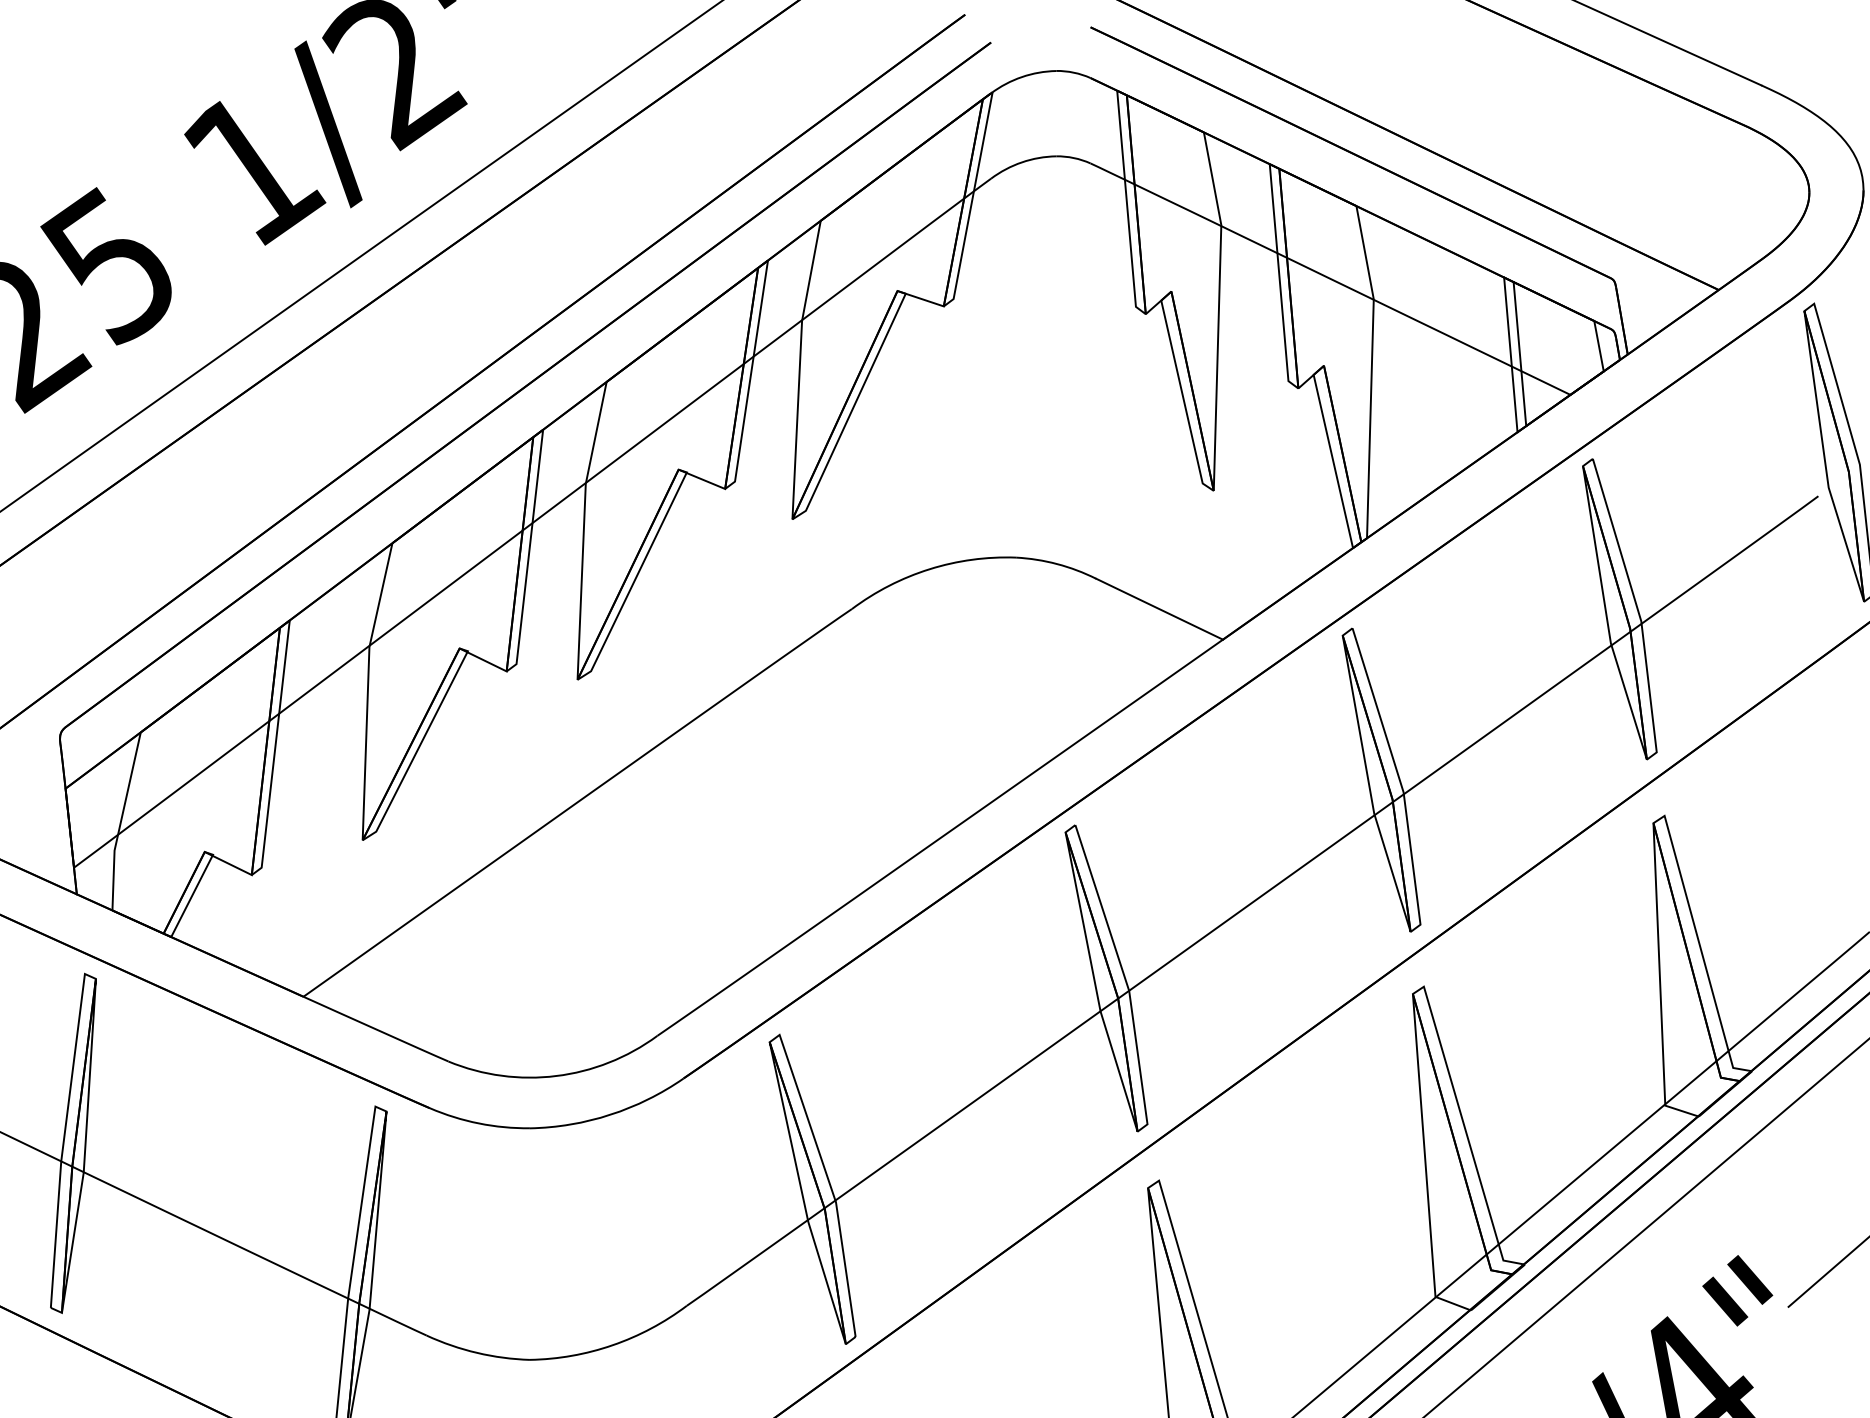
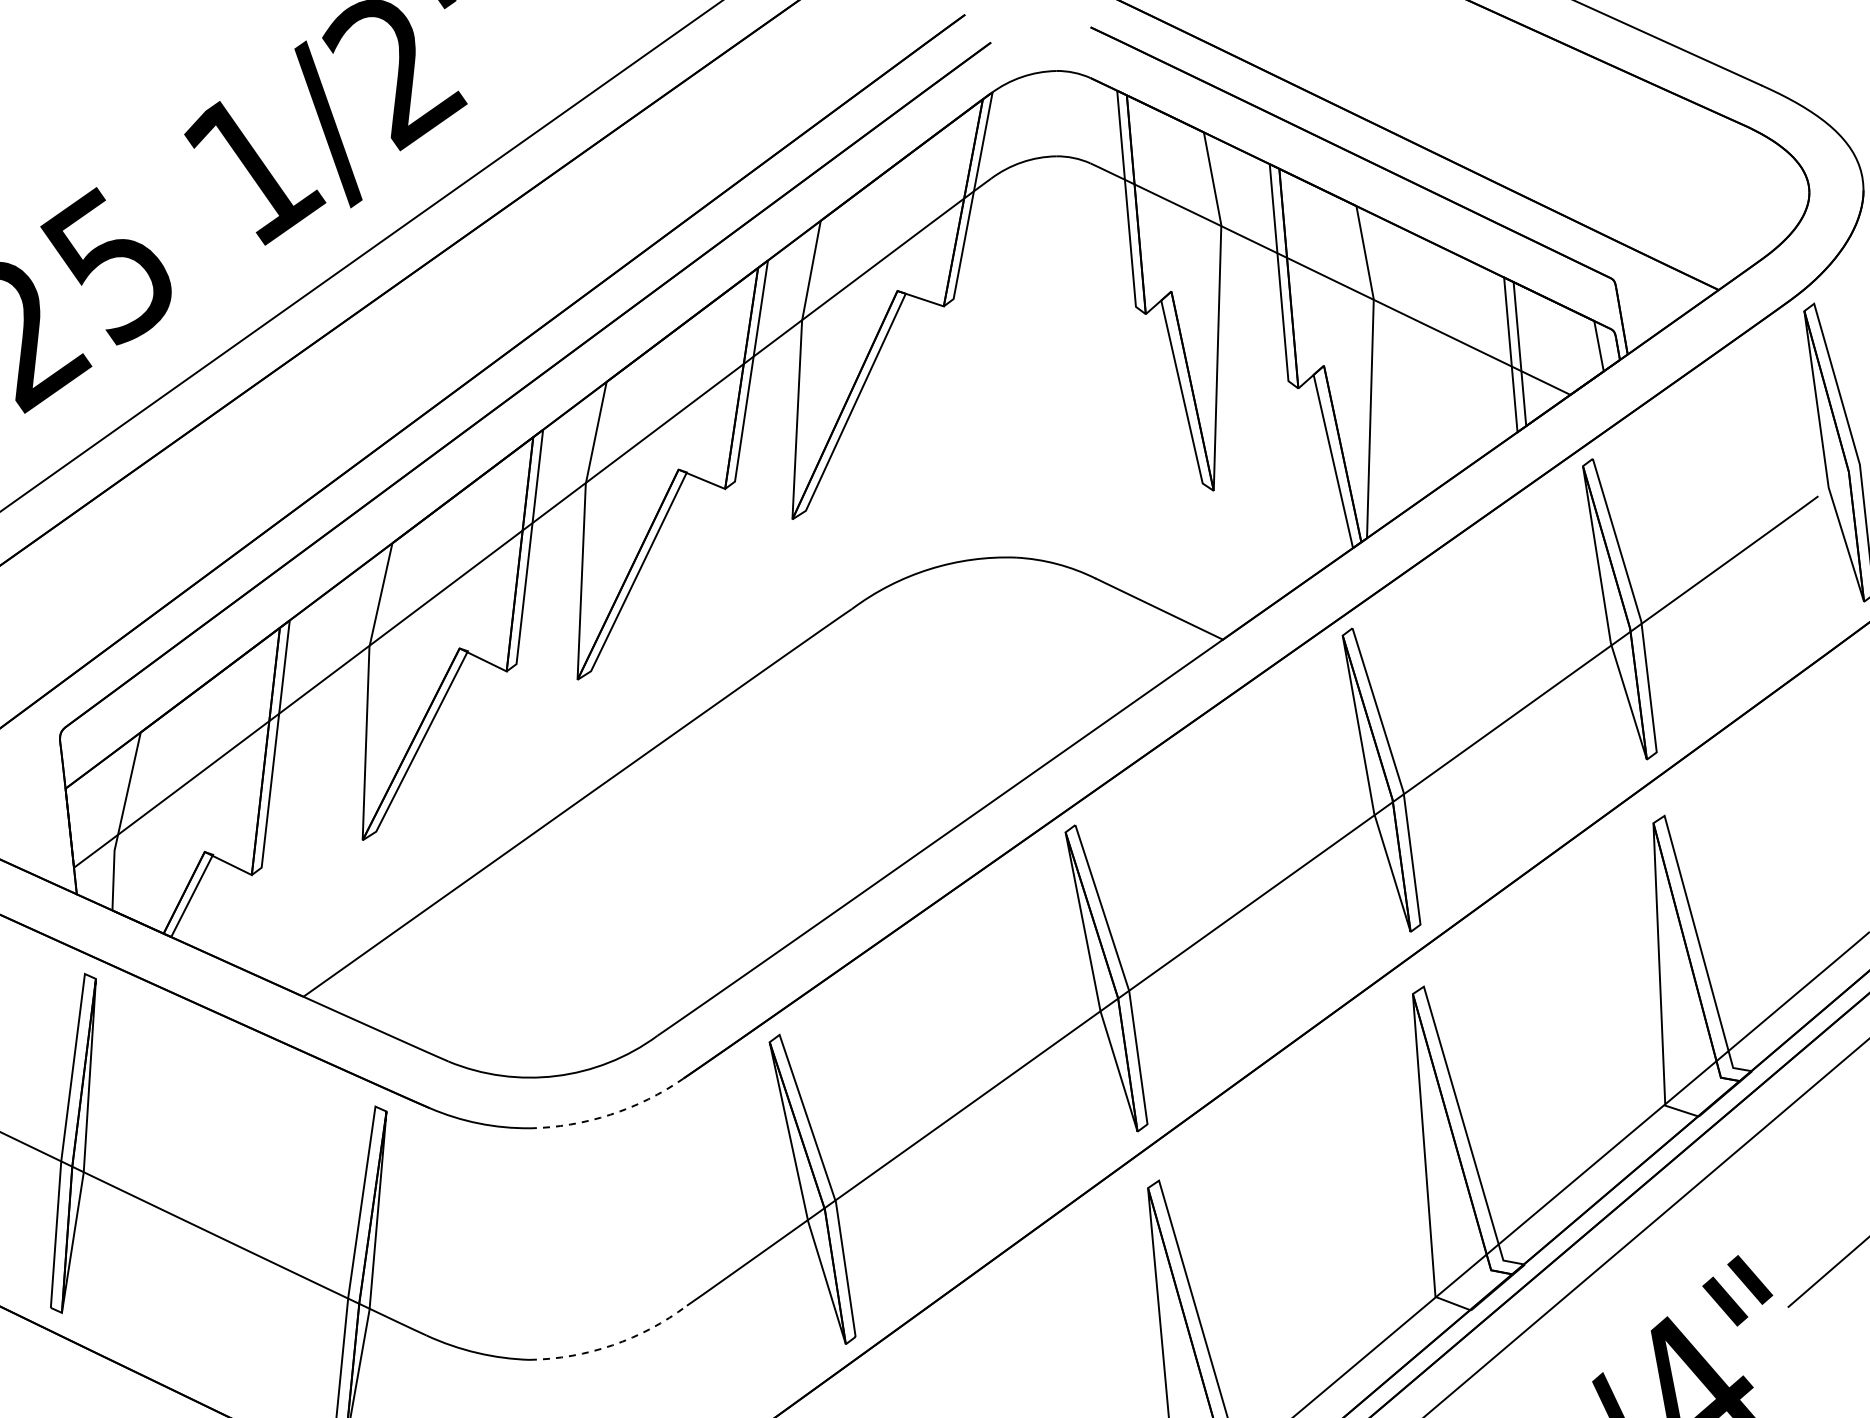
arc at (610, 1114): solid -> dashed
arc at (612, 1345): solid -> dashed
